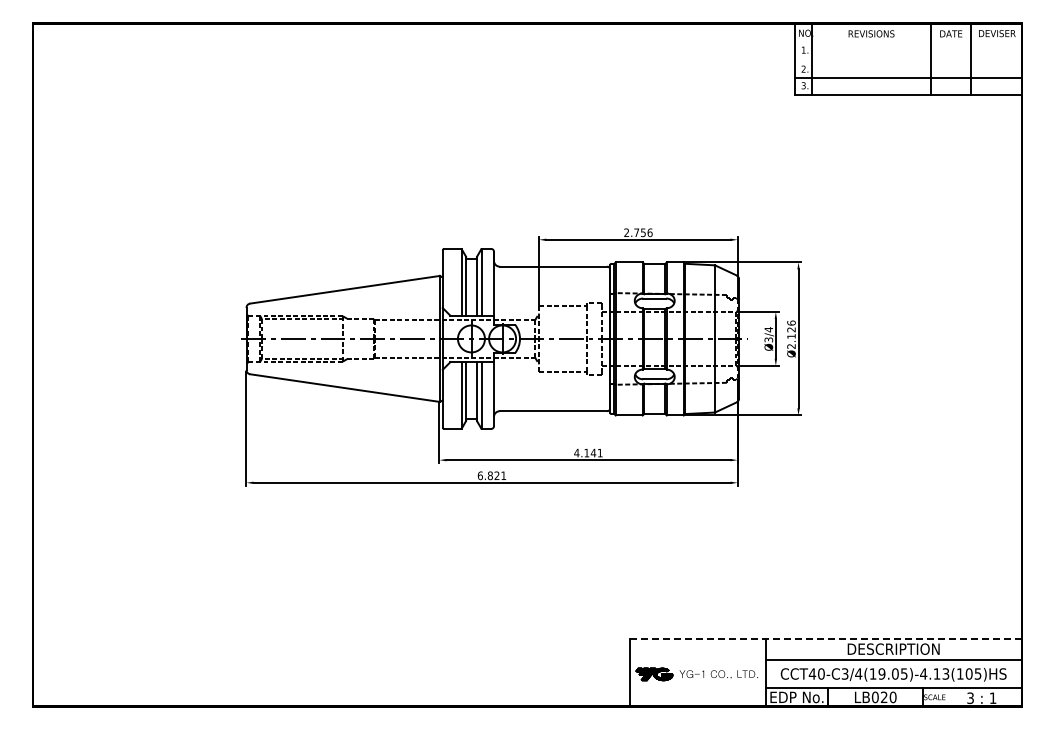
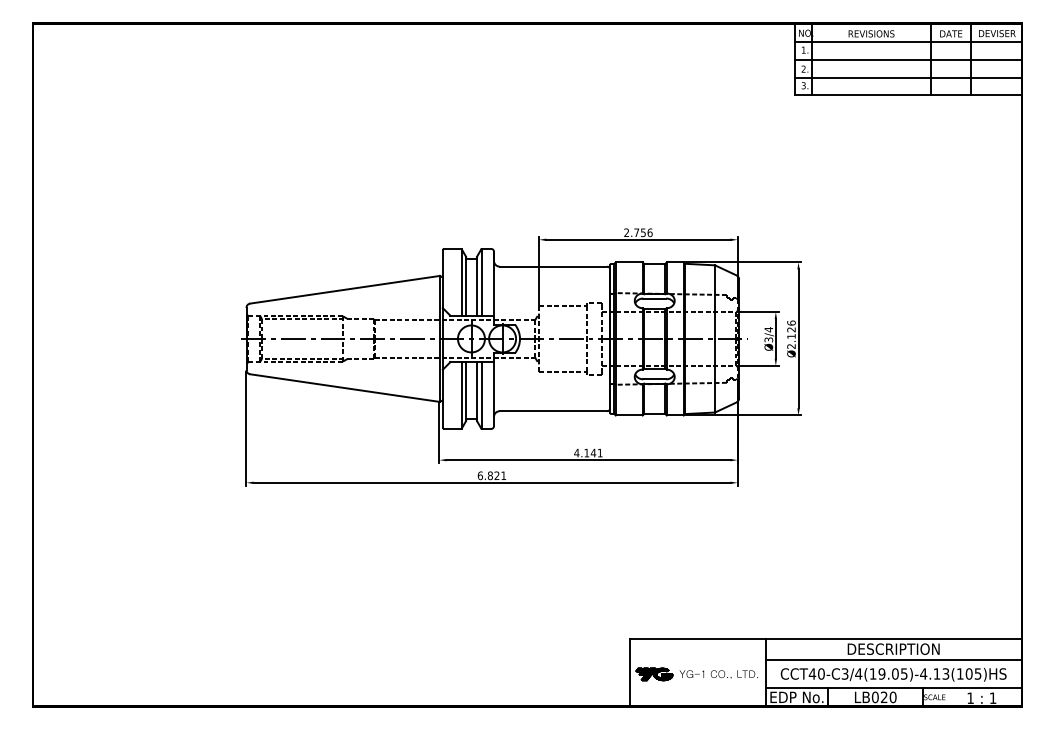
line at (908, 41): none -> present
line at (908, 59): none -> present
line at (826, 638): dashed -> solid
text at (970, 698): 3 -> 1
